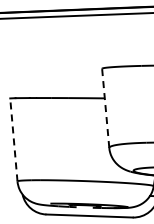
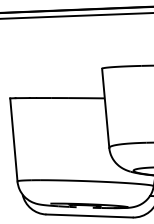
line at (105, 108): dashed -> solid
line at (13, 139): dashed -> solid
